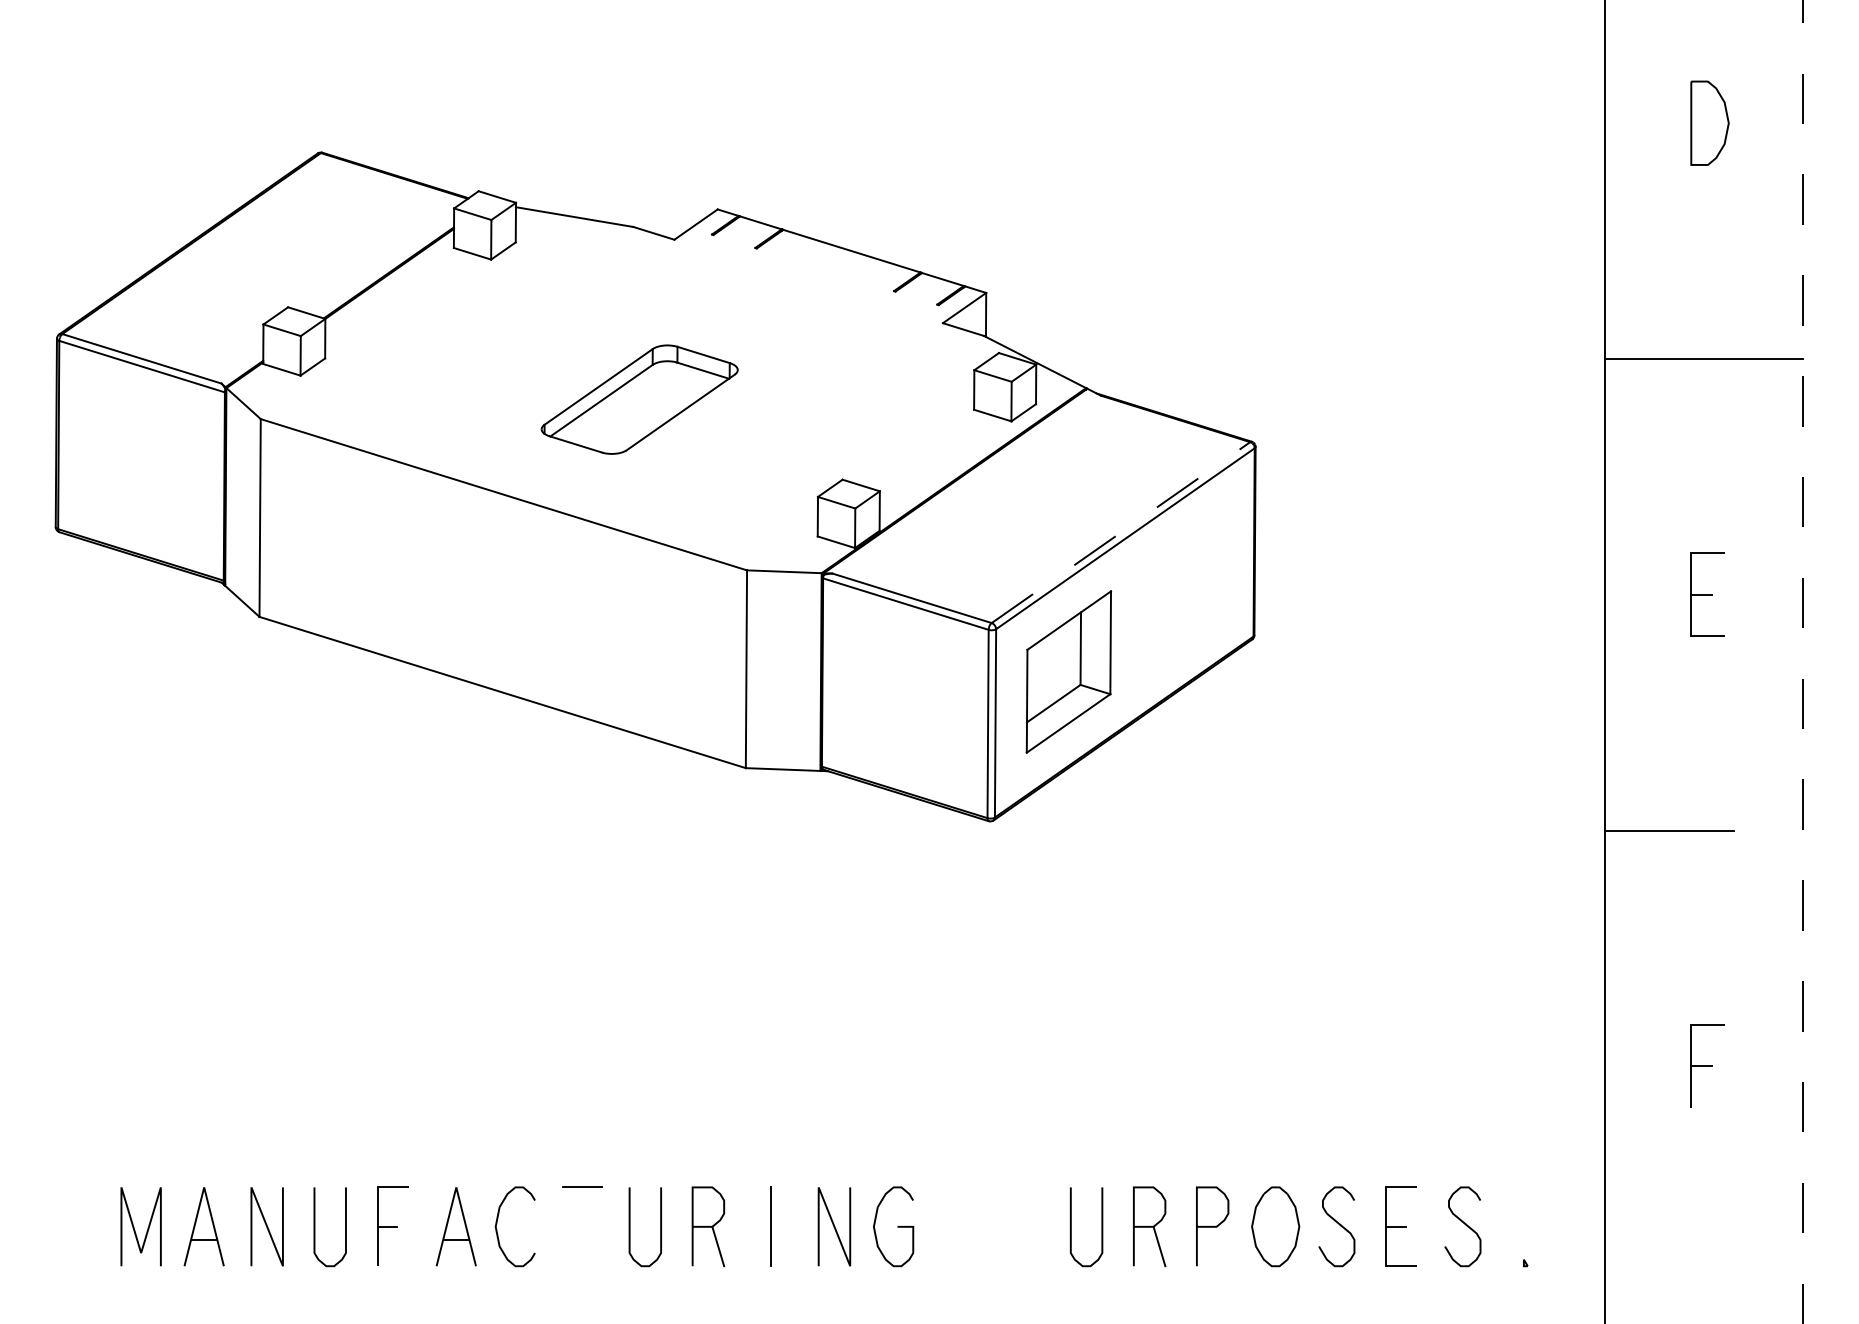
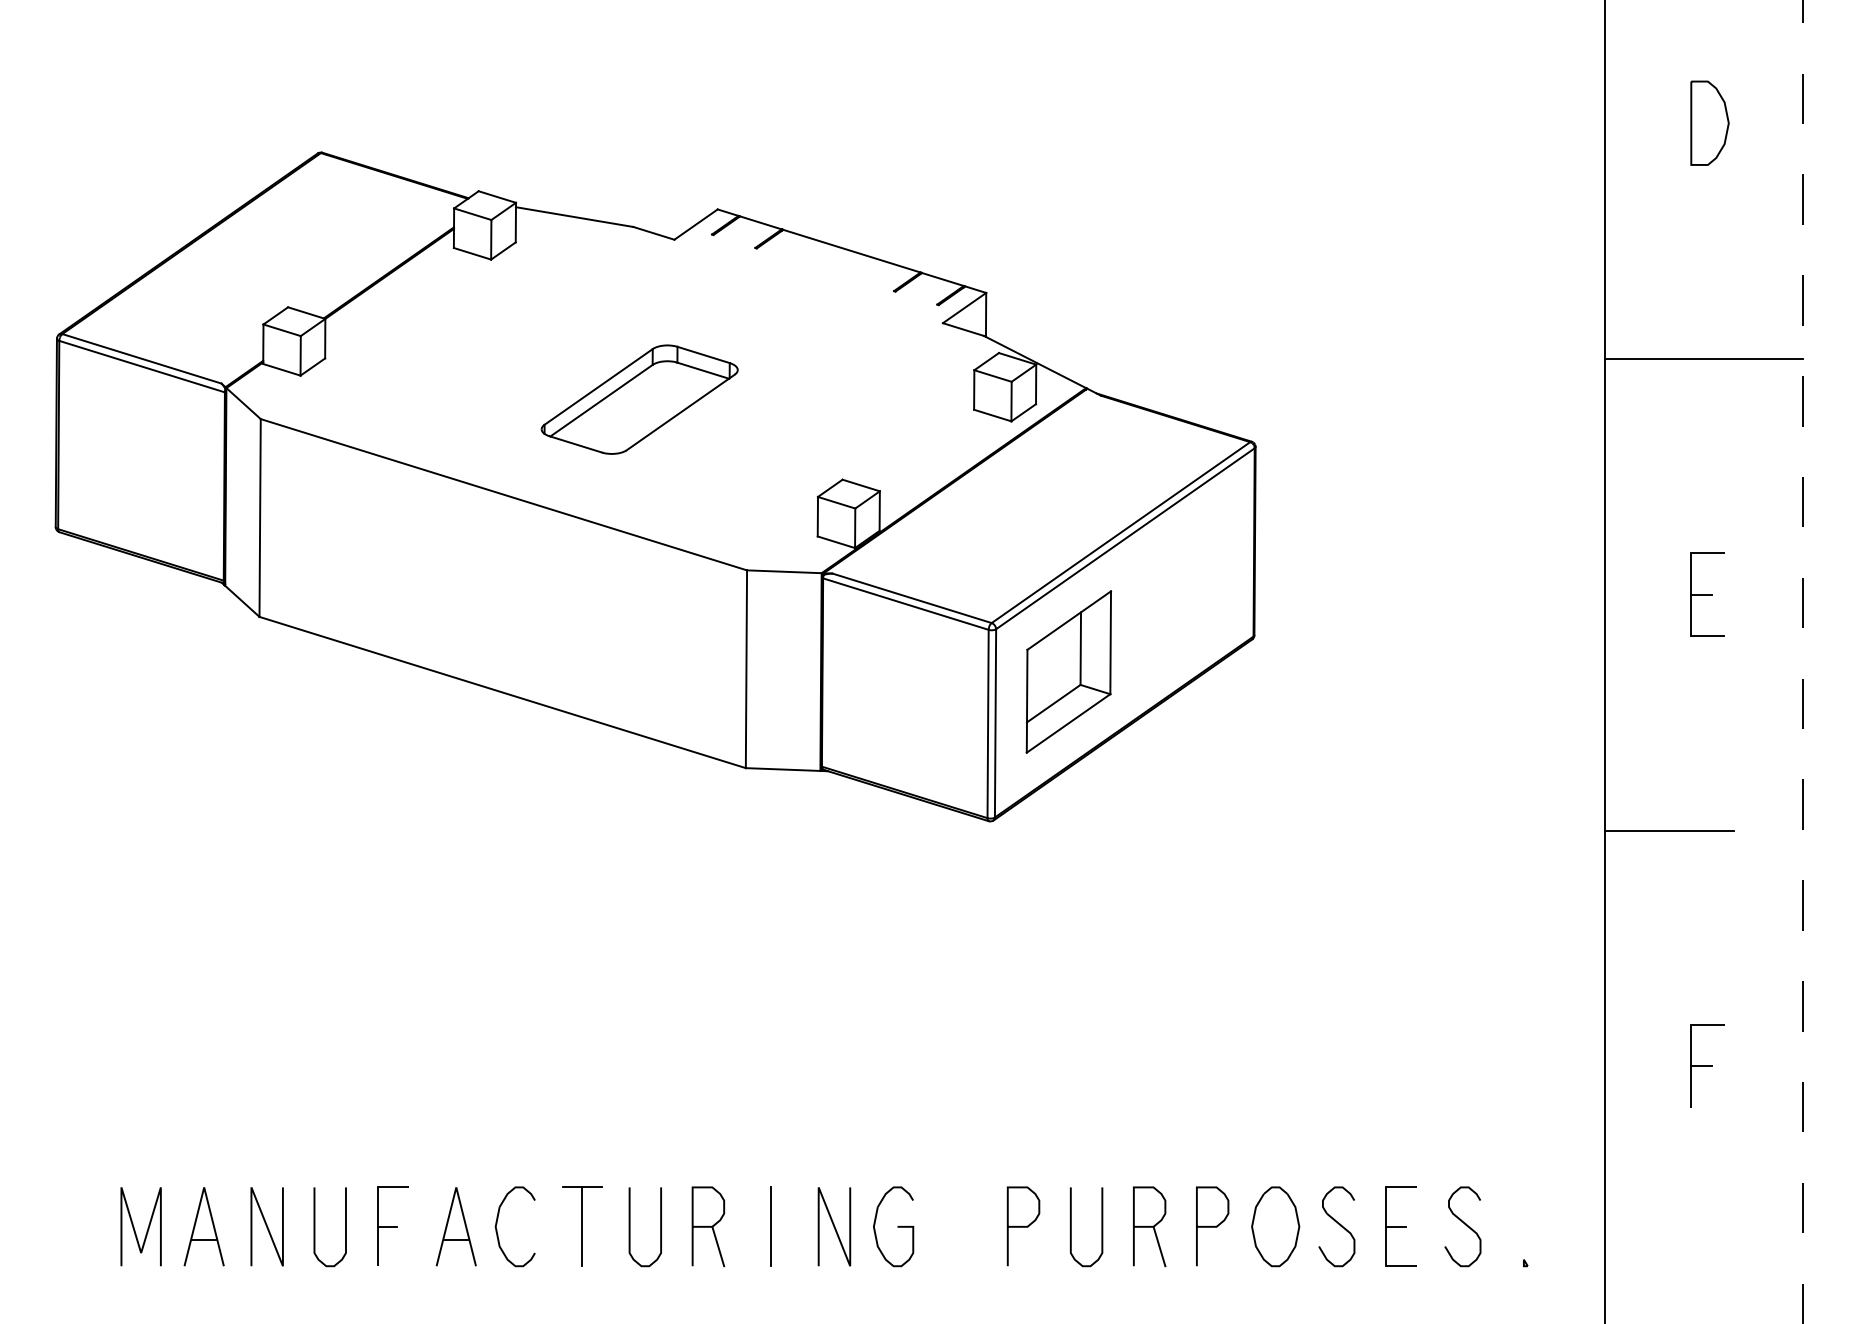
line at (1120, 532): dashed -> solid
line at (582, 1226): none -> present
curve at (1023, 1226): none -> present
